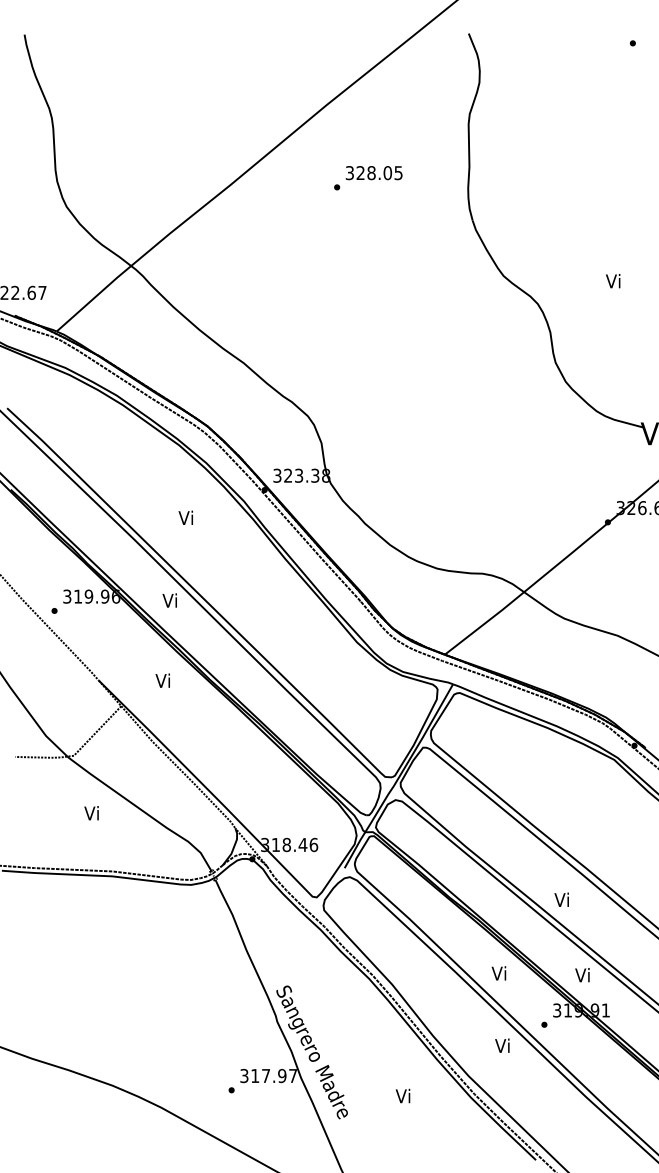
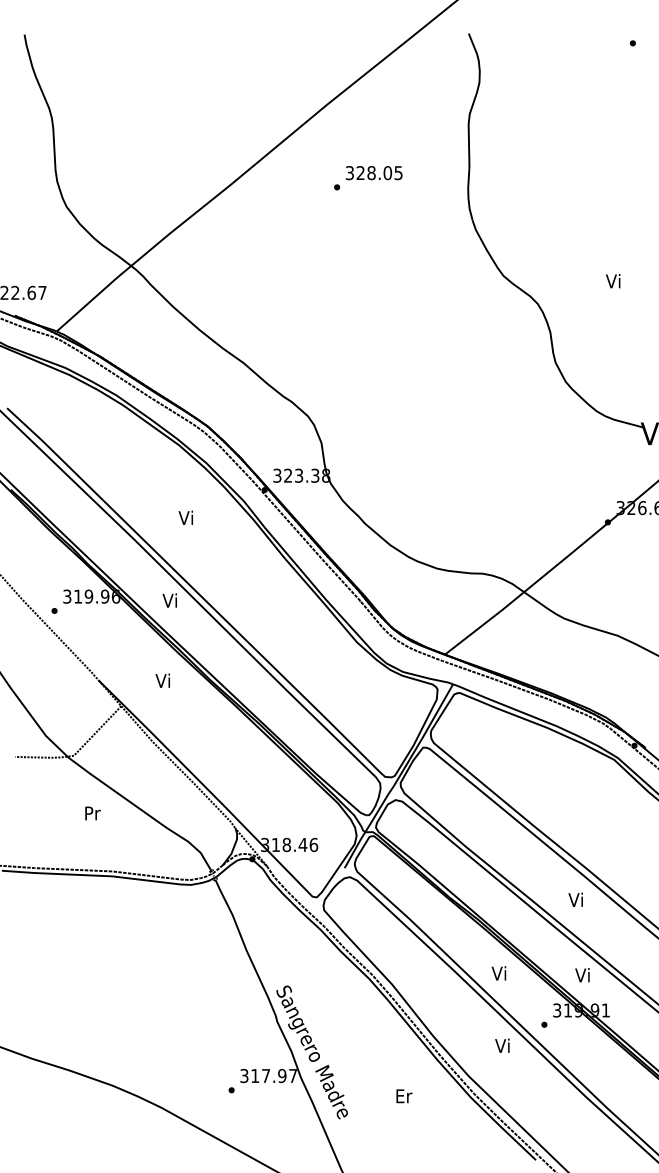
text at (92, 813): Vi -> Pr
text at (561, 899) position: (561, 899) -> (575, 899)
text at (403, 1095): Vi -> Er
